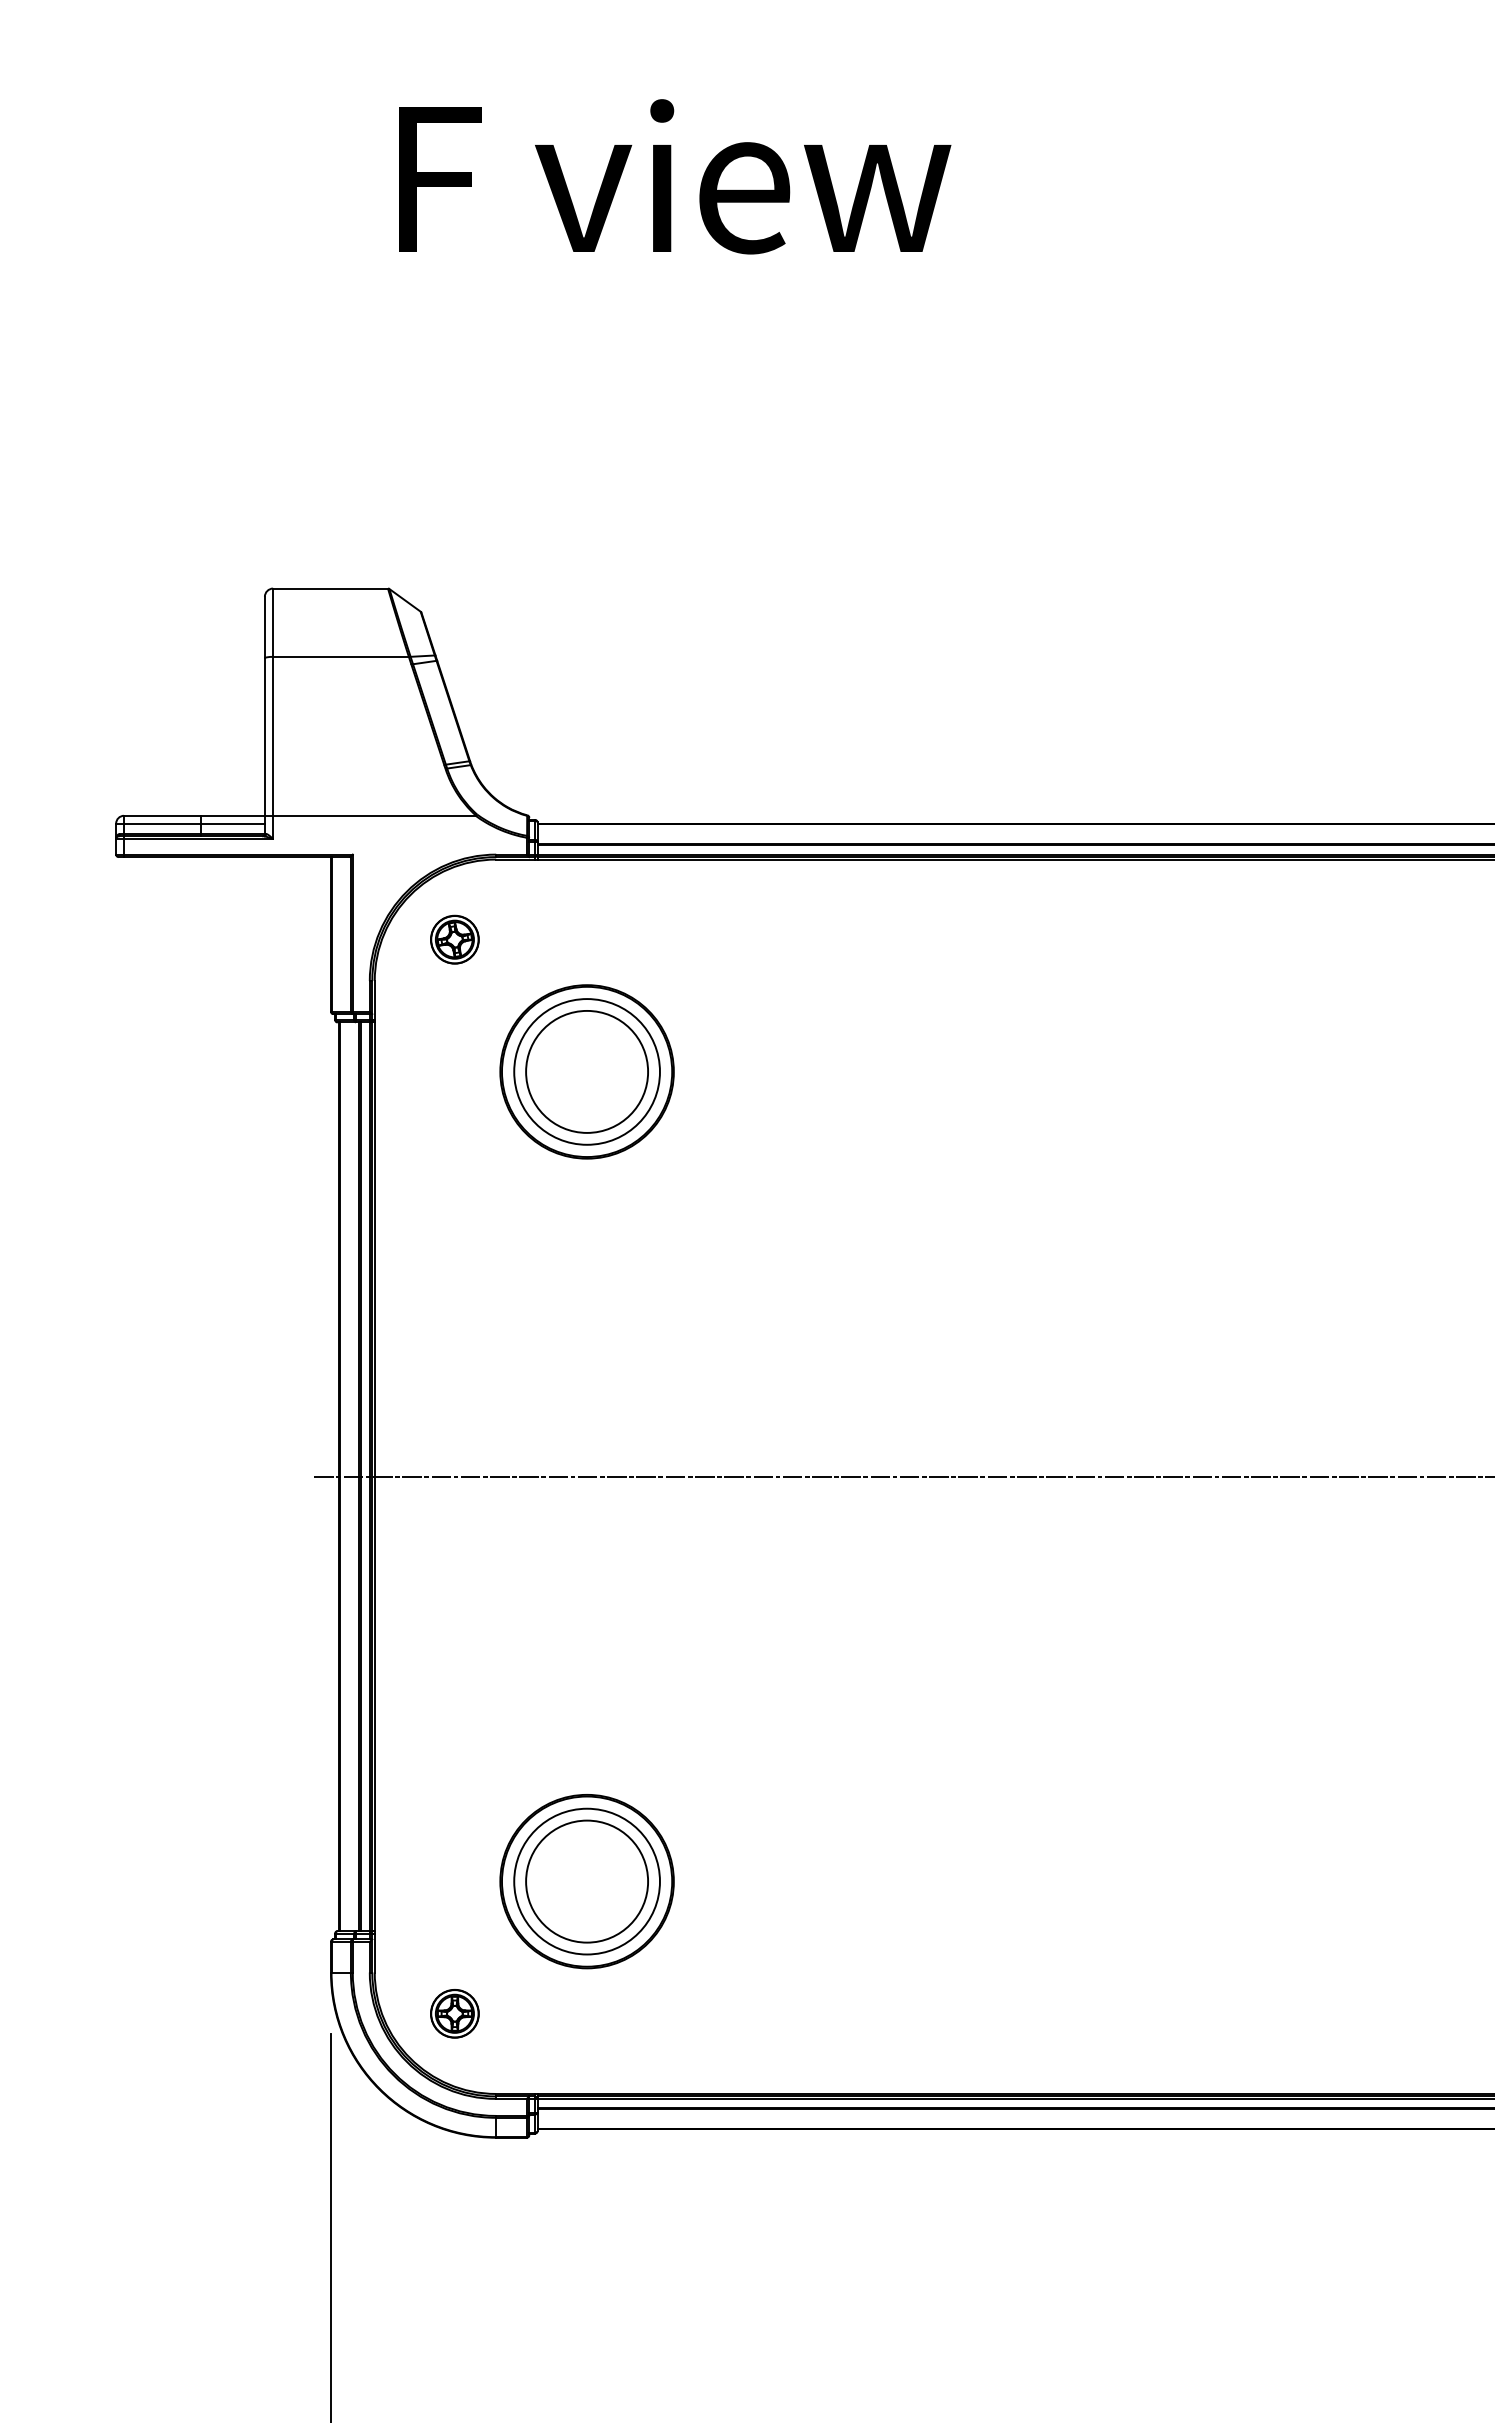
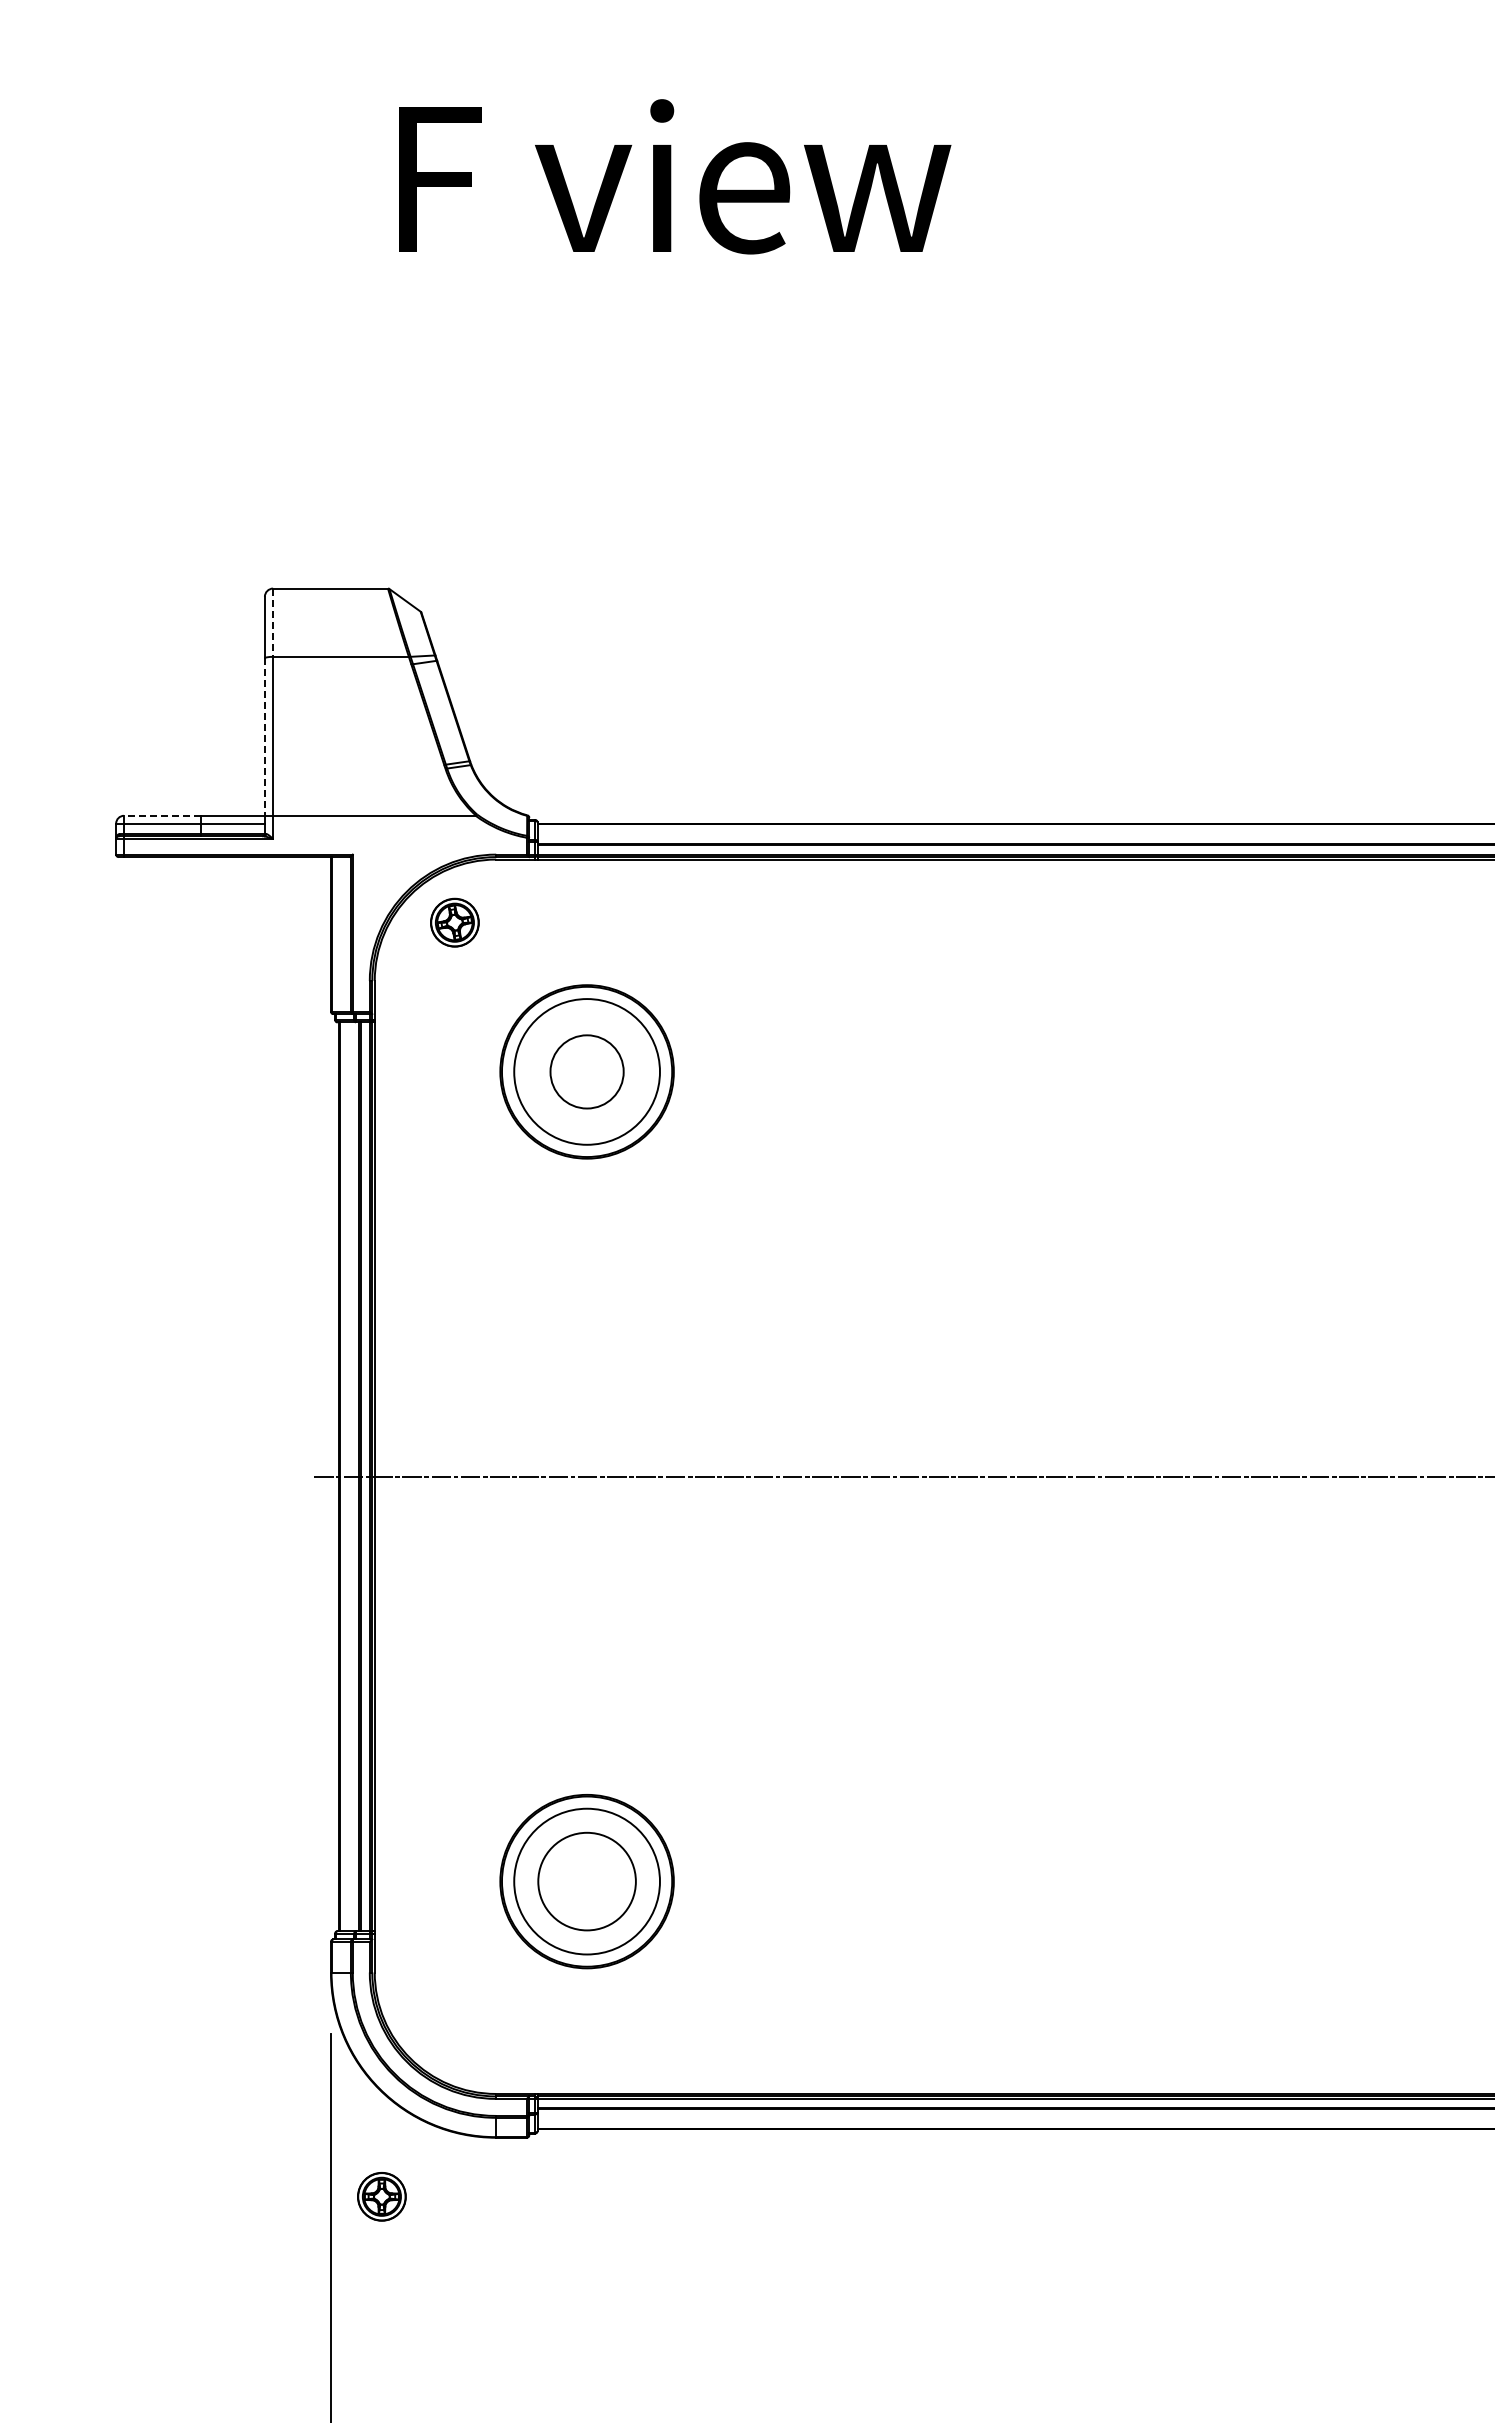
line at (273, 623): solid -> dashed
line at (264, 737): solid -> dashed
line at (161, 815): solid -> dashed
part at (454, 939) position: (454, 939) -> (454, 922)
circle at (587, 1071) diameter: 122 px -> 73 px
circle at (587, 1881) diameter: 122 px -> 98 px
part at (454, 2013) position: (454, 2013) -> (381, 2196)
